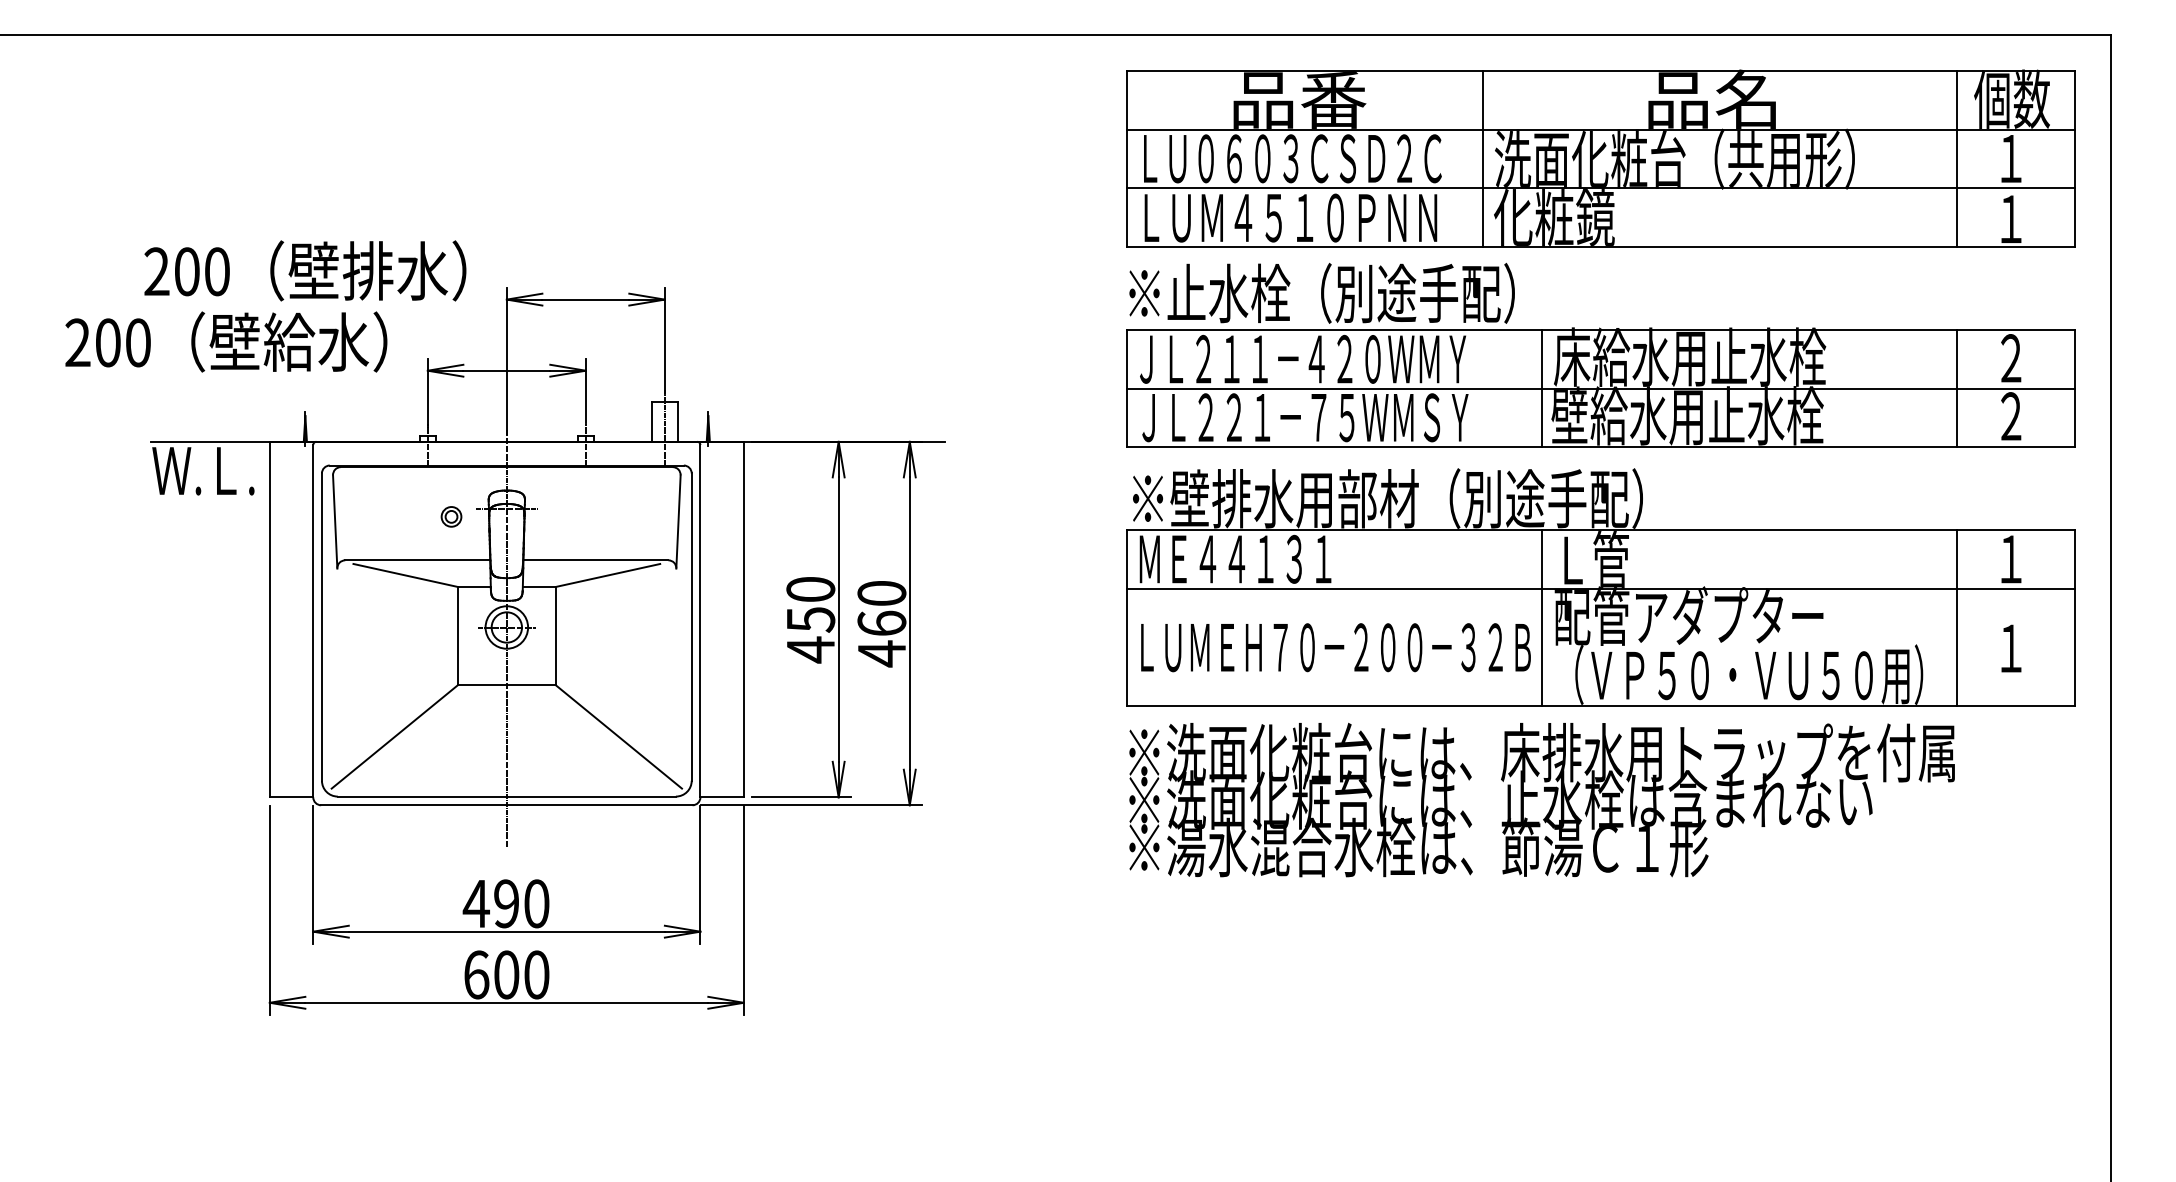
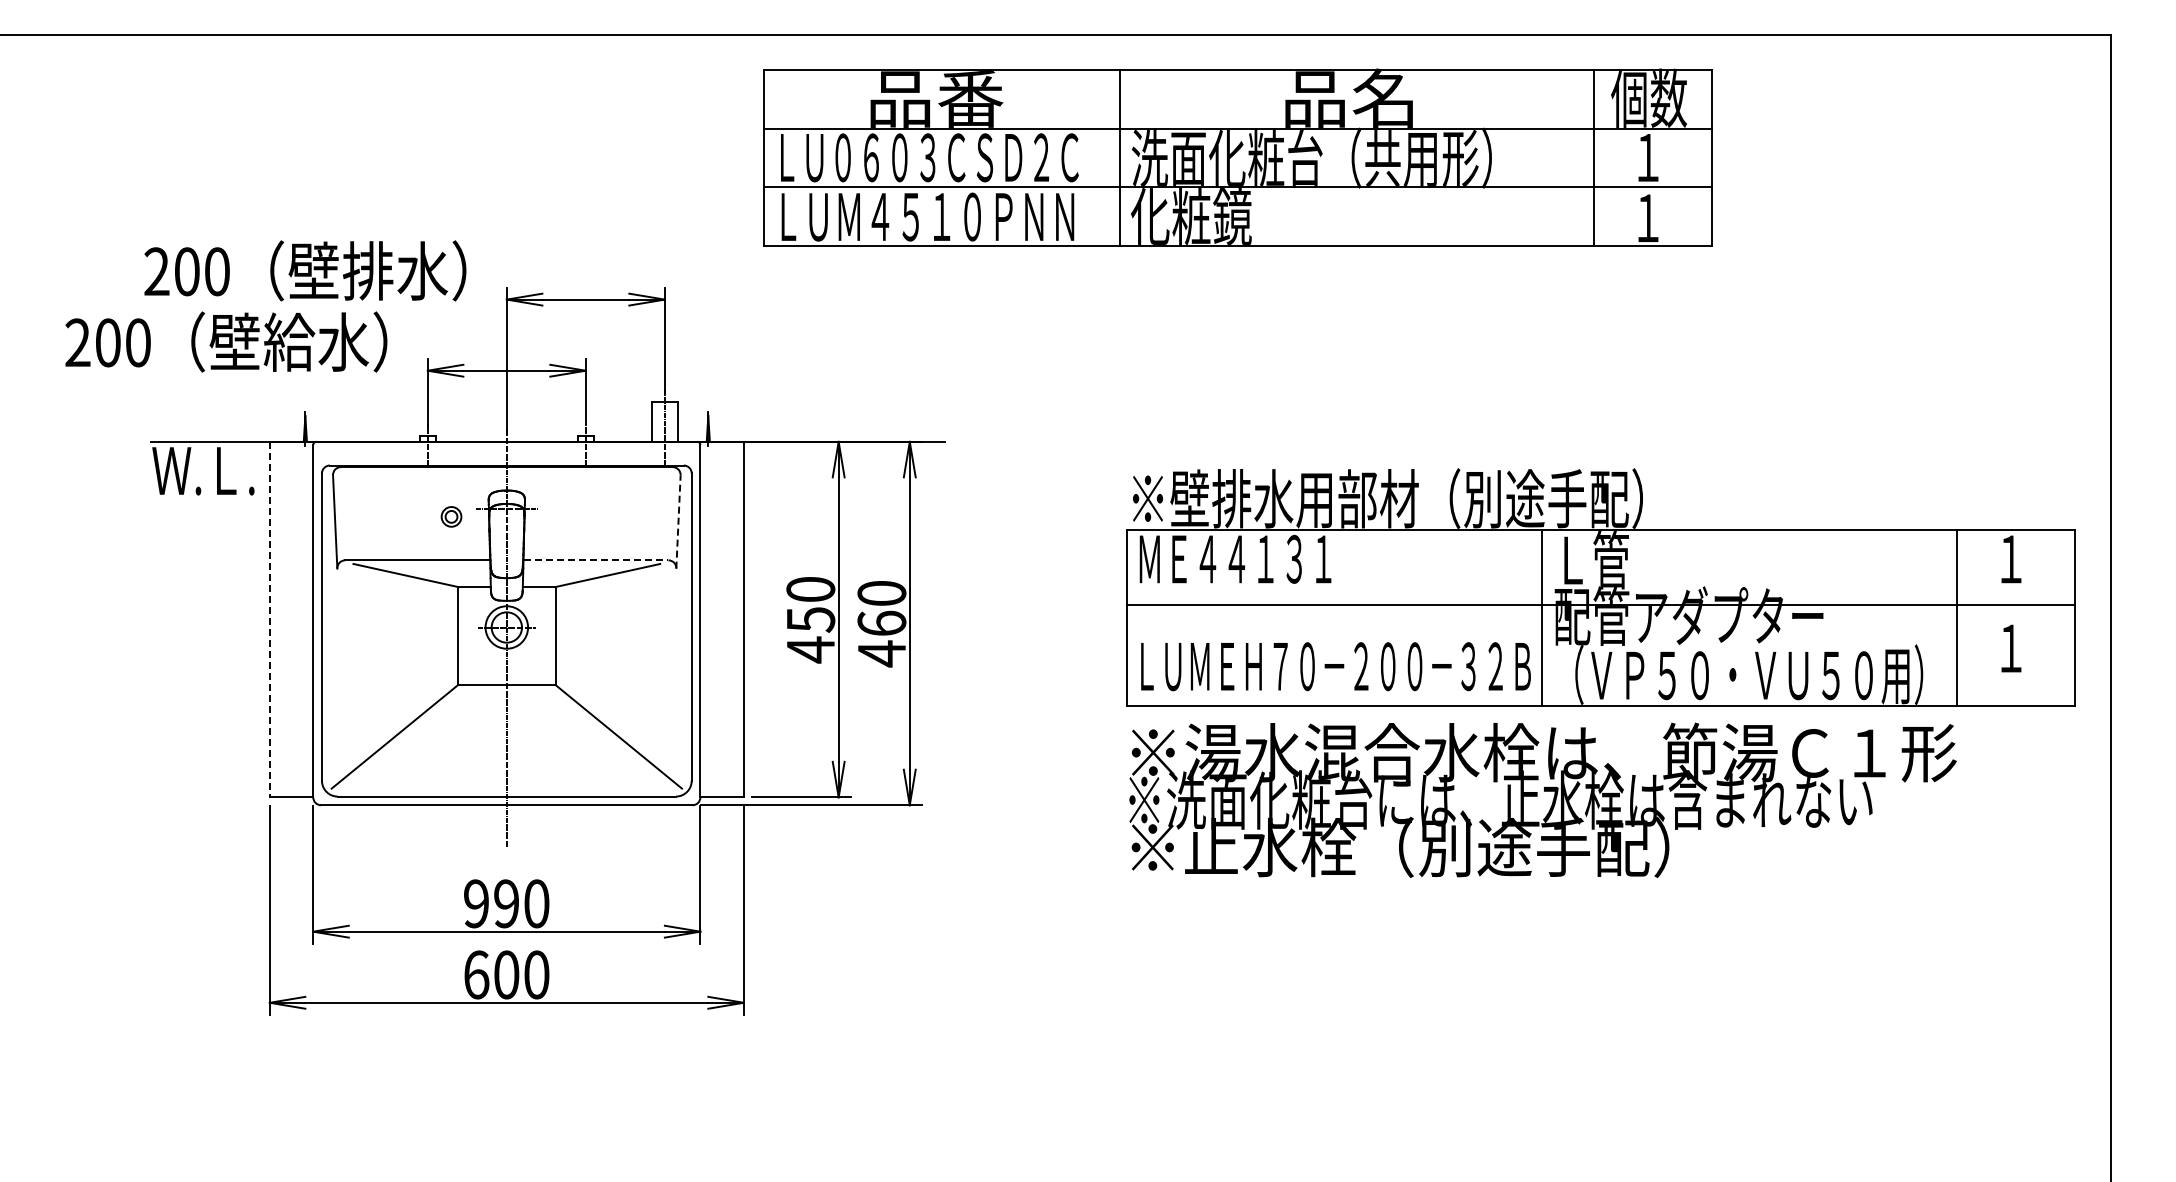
part at (1600, 158) position: (1600, 158) -> (1237, 157)
part at (1600, 354): present -> none
line at (678, 522): solid -> dashed
line at (596, 560): solid -> dashed
line at (1601, 588) position: (1601, 588) -> (1601, 604)
line at (269, 619): solid -> dashed
text at (1335, 647) position: (1335, 647) -> (1335, 666)
text at (1542, 752): ※洗面化粧台には、床排水用トラップを付属 -> ※湯水混合水栓は、節湯Ｃ１形
text at (1418, 846): ※湯水混合水栓は、節湯Ｃ１形 -> ※止水栓（別途手配）
text at (475, 903): 490 -> 990
